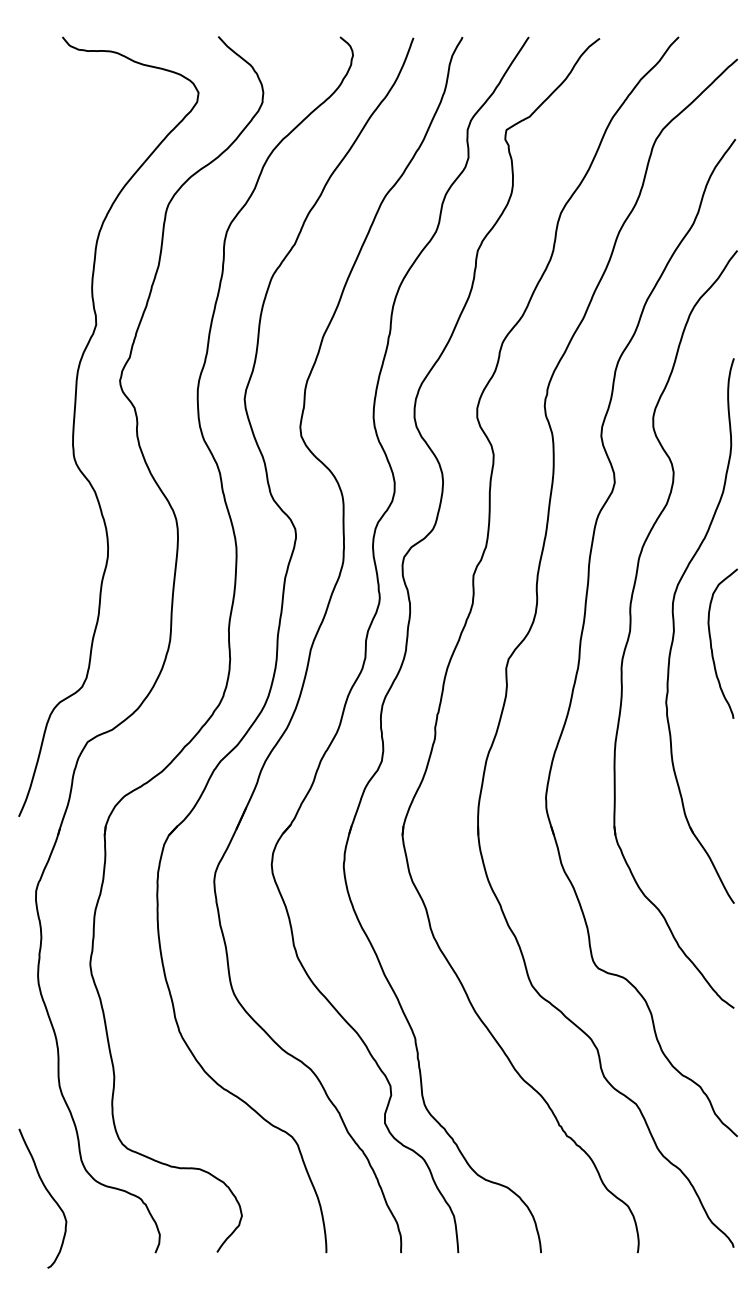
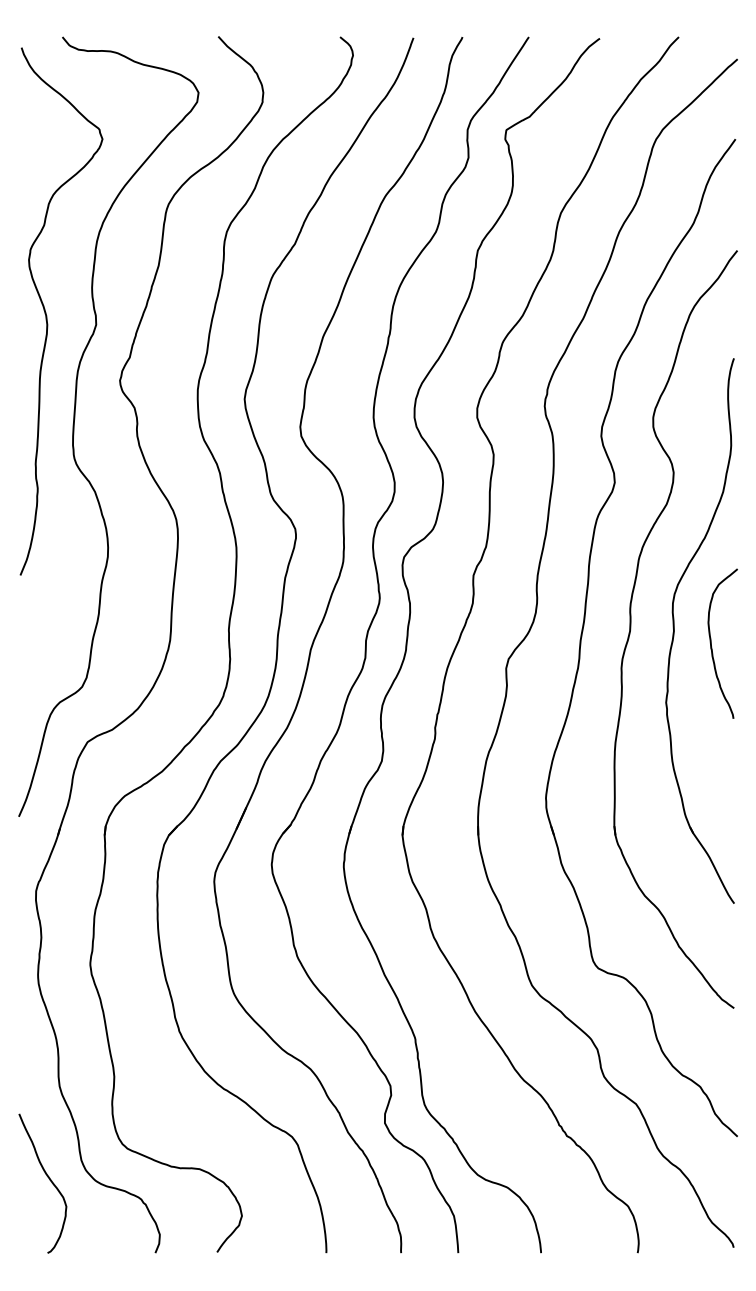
curve at (47, 315): none -> present
curve at (49, 1195) position: (49, 1195) -> (49, 1180)
